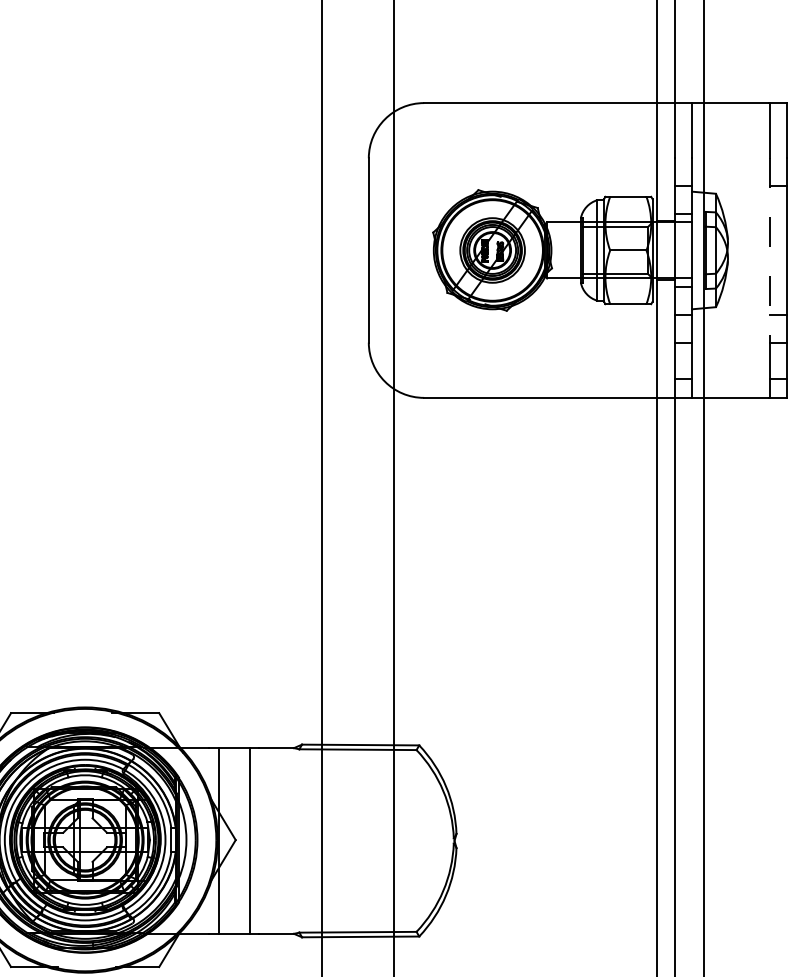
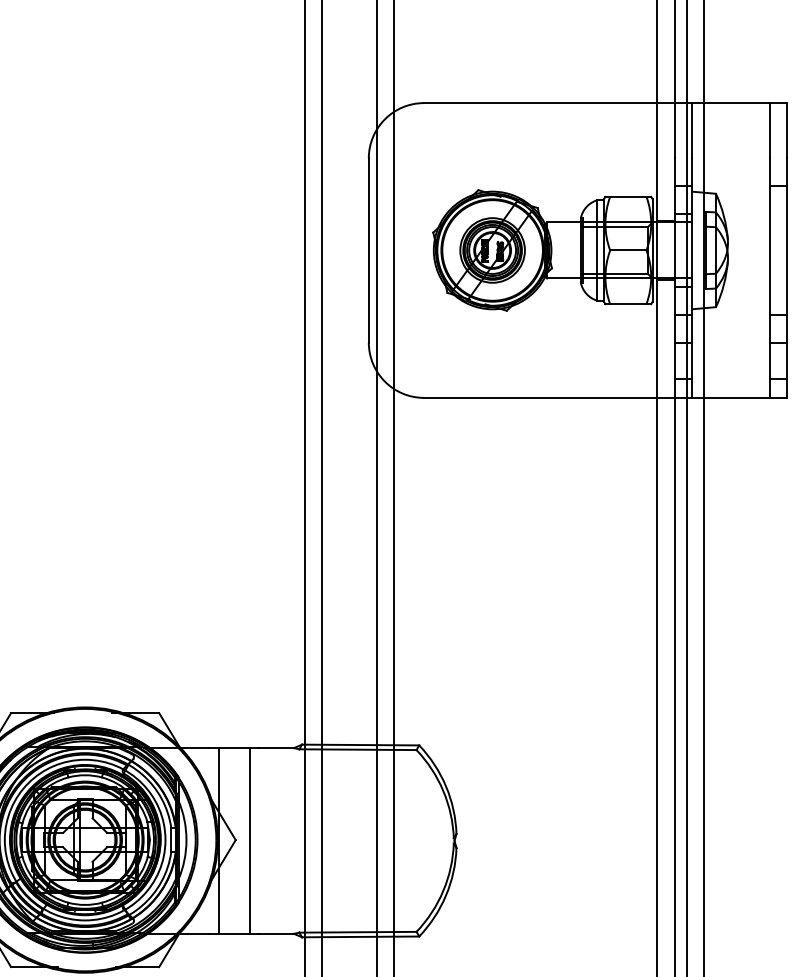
line at (770, 250): dashed -> solid
line at (304, 487): none -> present
line at (377, 487): none -> present
line at (686, 487): none -> present
